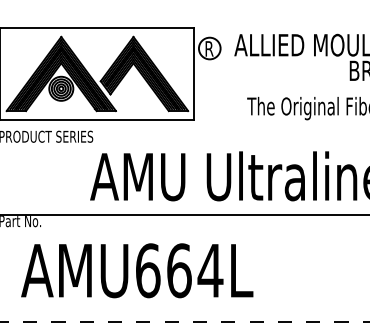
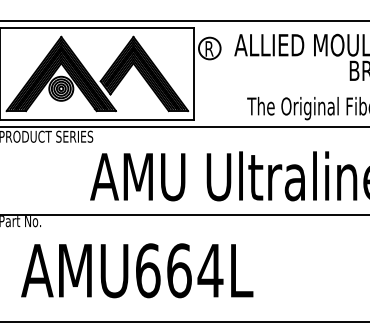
line at (184, 20): none -> present
line at (184, 126): none -> present
line at (184, 321): dashed -> solid
